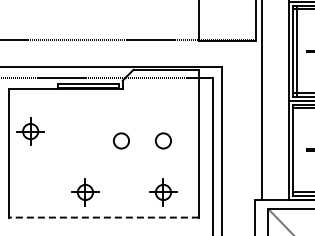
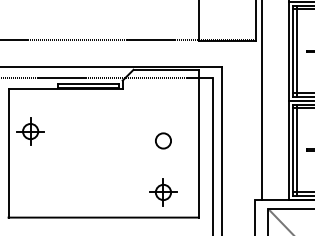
circle at (121, 140): present -> none
line at (296, 149): none -> present
part at (85, 192): present -> none
line at (103, 217): dashed -> solid
